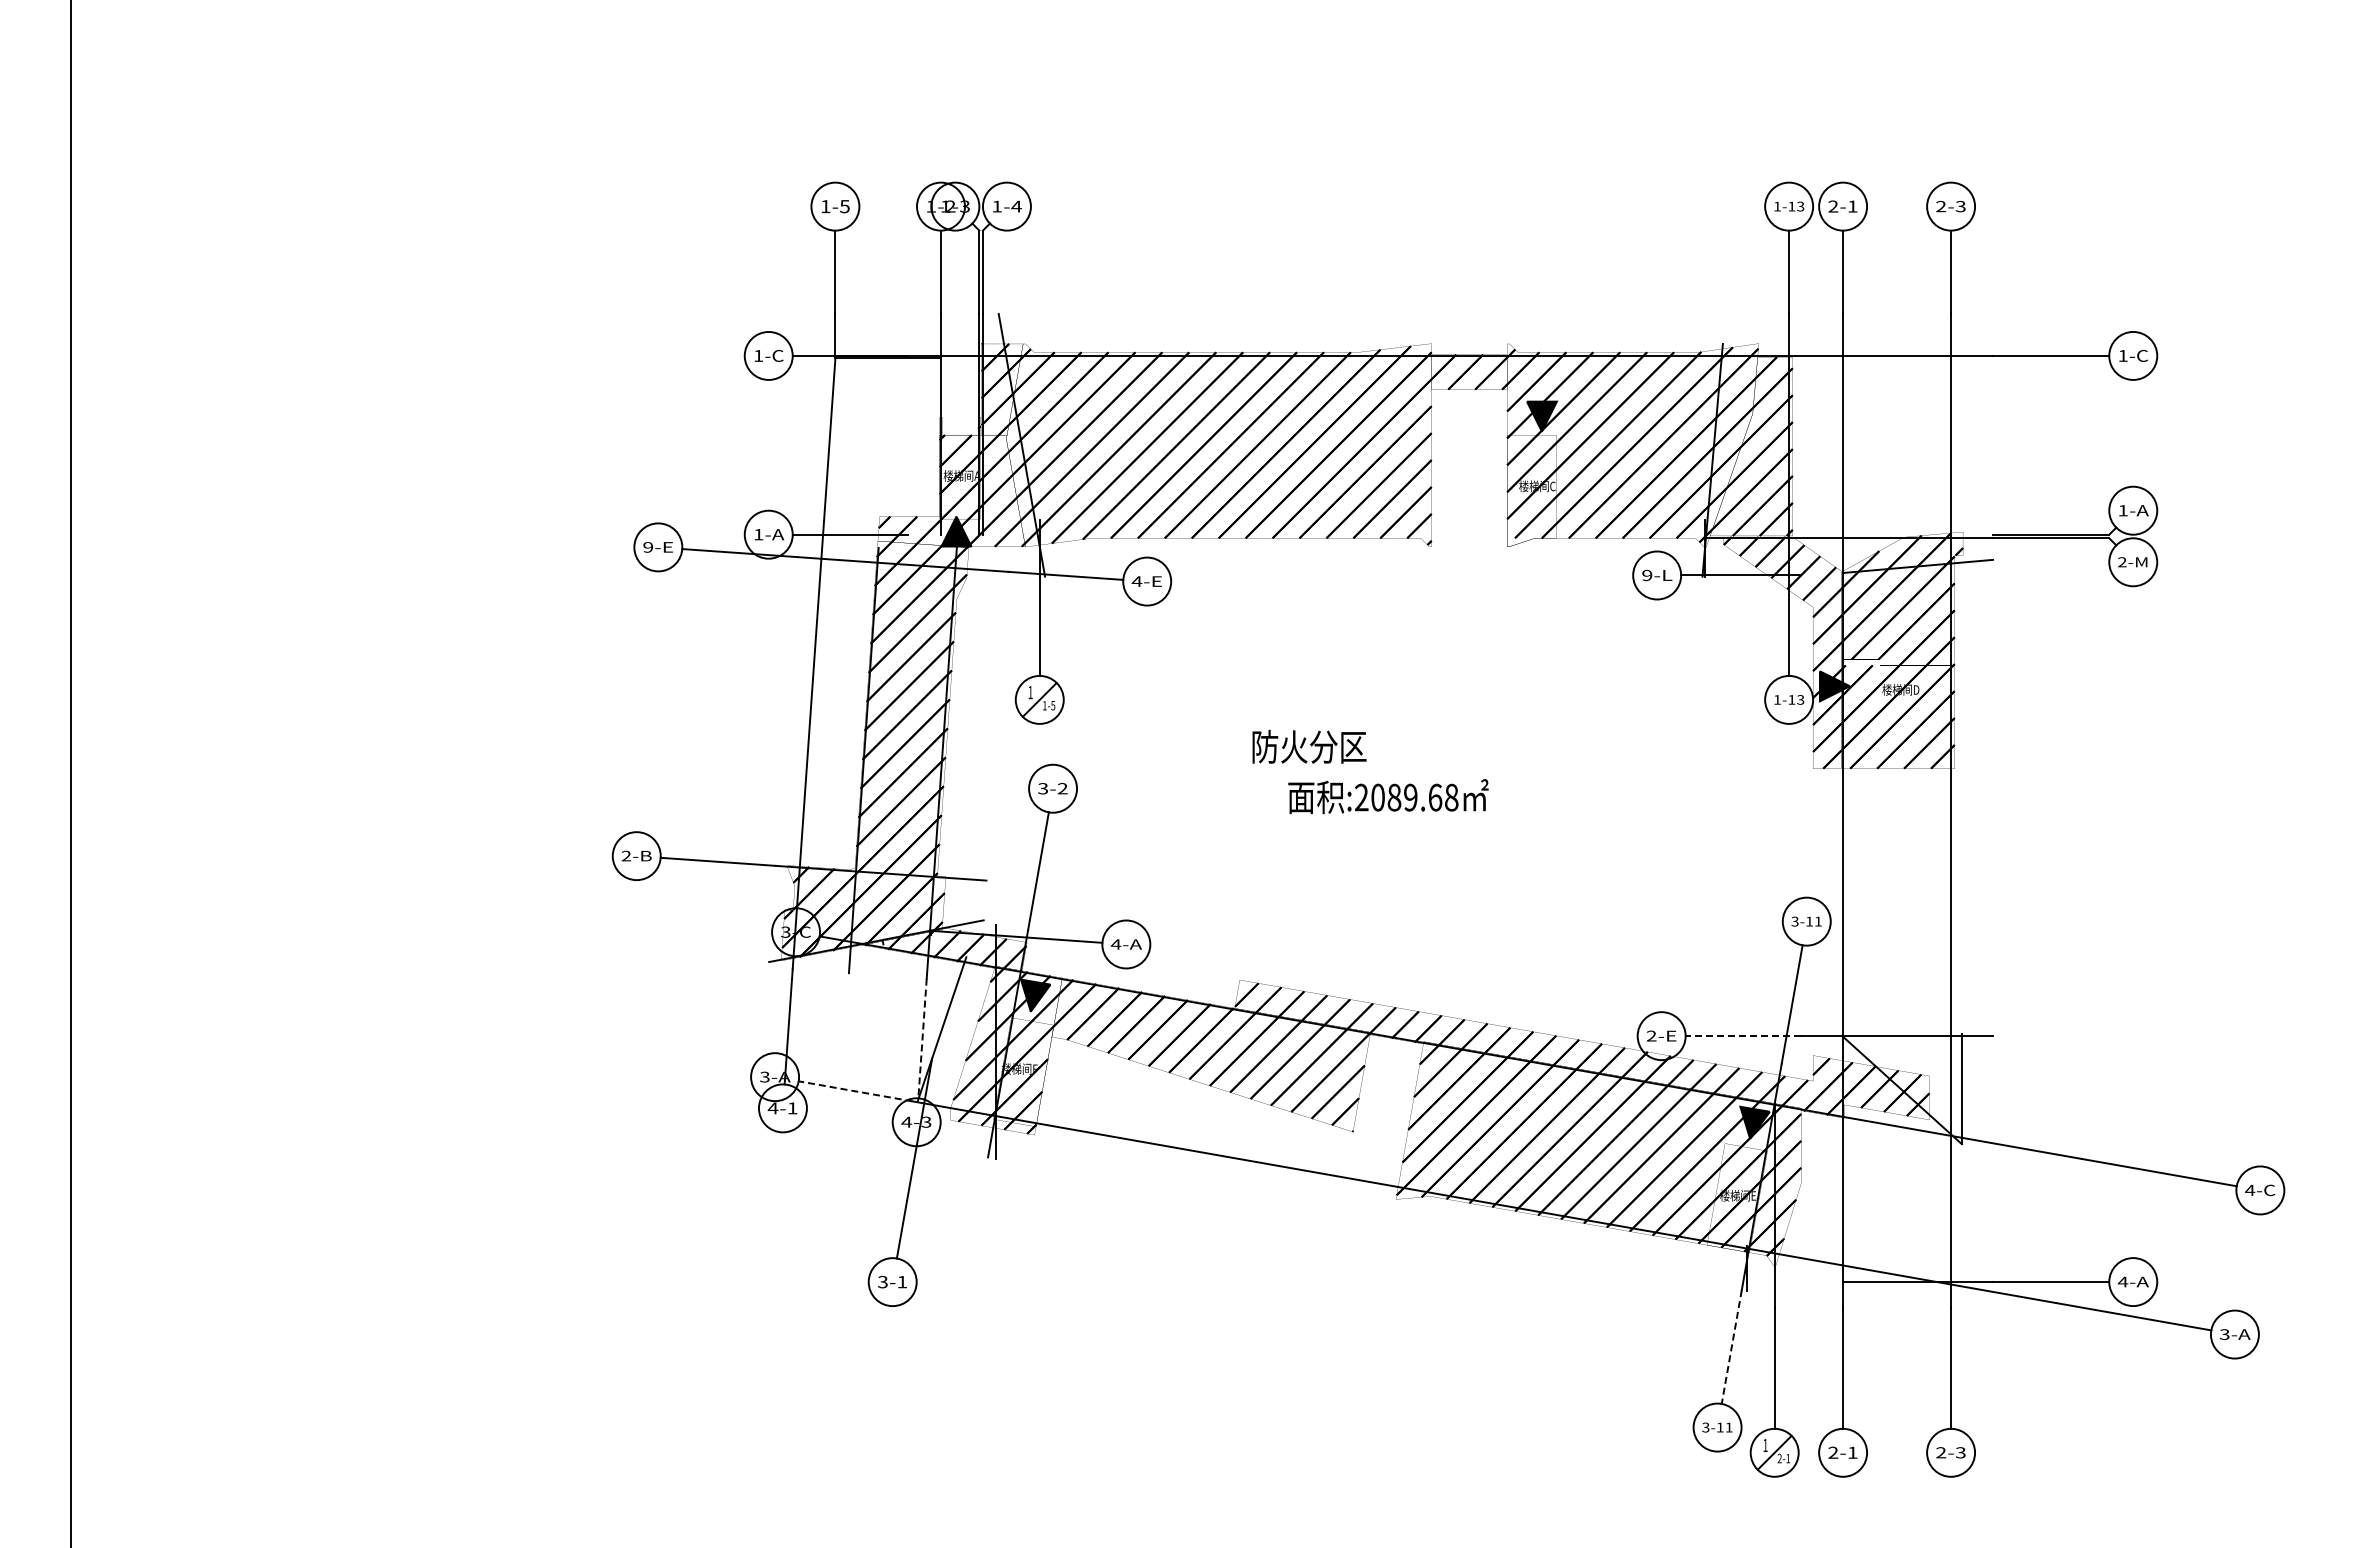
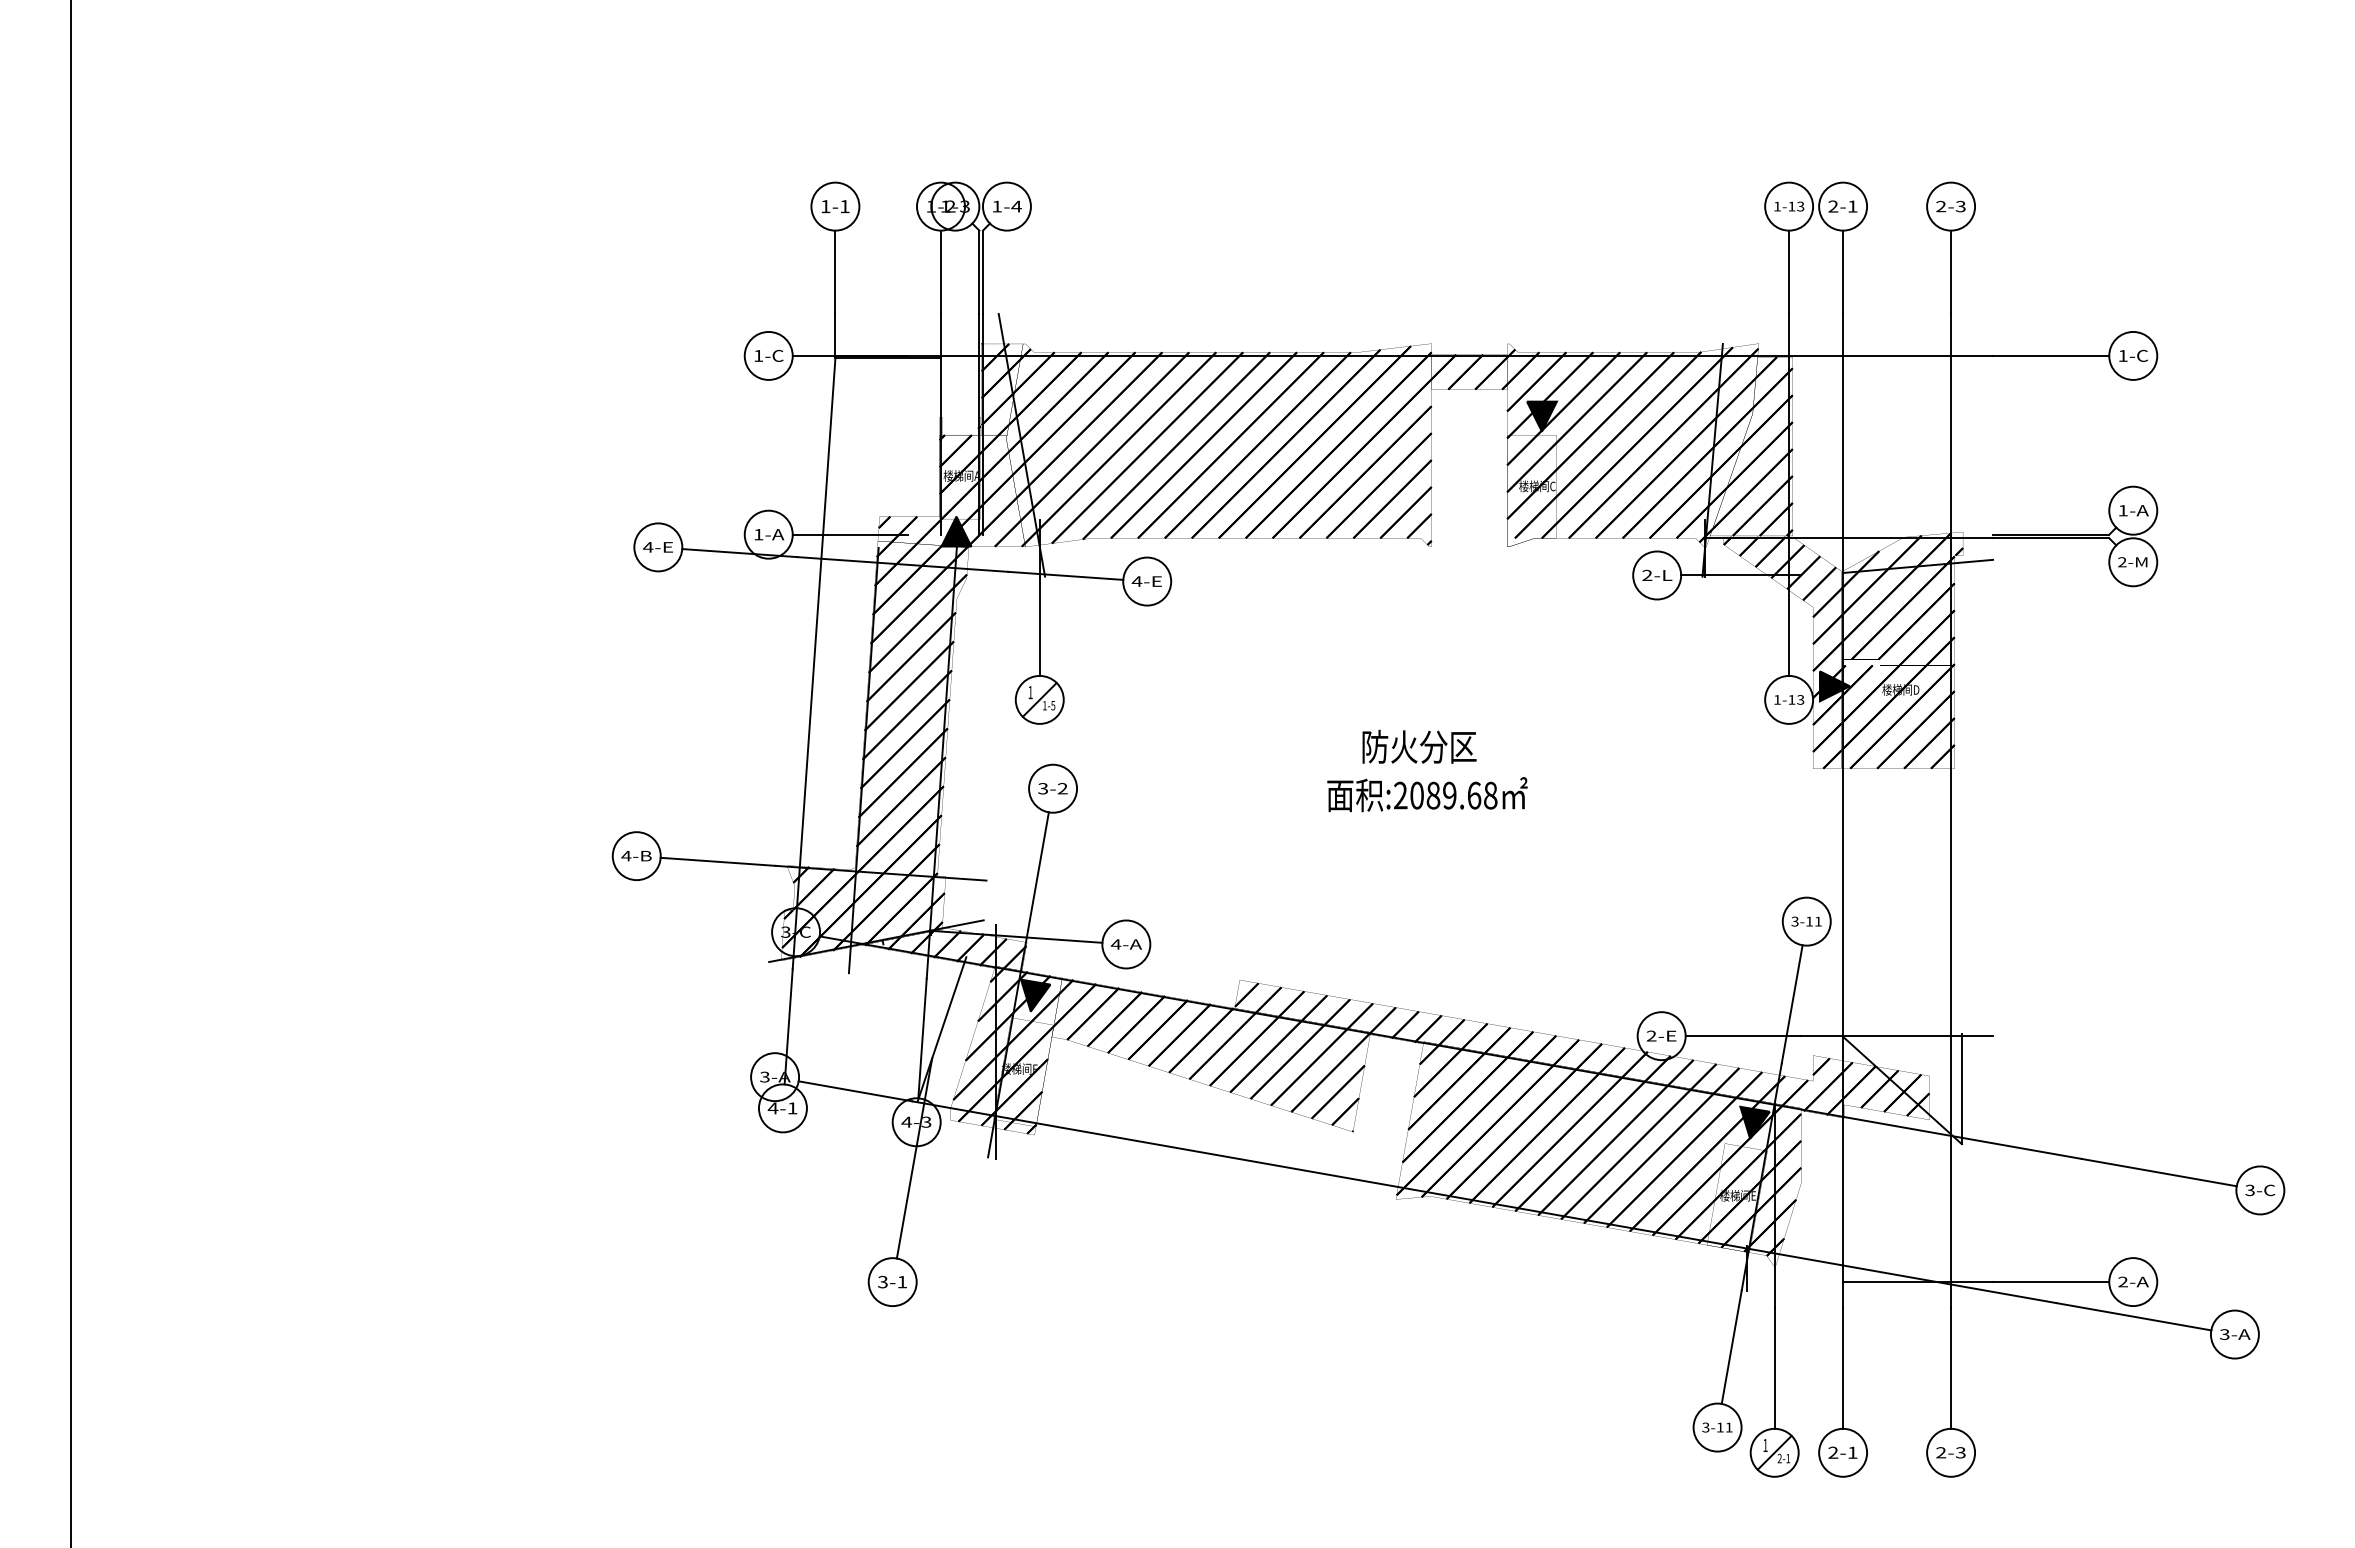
text at (844, 206): 1-5 -> 1-1
text at (647, 547): 9-E -> 4-E
text at (1647, 575): 9-L -> 2-L
text at (1309, 746) position: (1309, 746) -> (1419, 746)
text at (1388, 796) position: (1388, 796) -> (1427, 794)
text at (626, 855): 2-B -> 4-B
line at (1743, 1036): dashed -> solid
line at (922, 1038): dashed -> solid
line at (855, 1091): dashed -> solid
text at (2250, 1190): 4-C -> 3-C
text at (2122, 1281): 4-A -> 2-A
line at (1731, 1347): dashed -> solid
